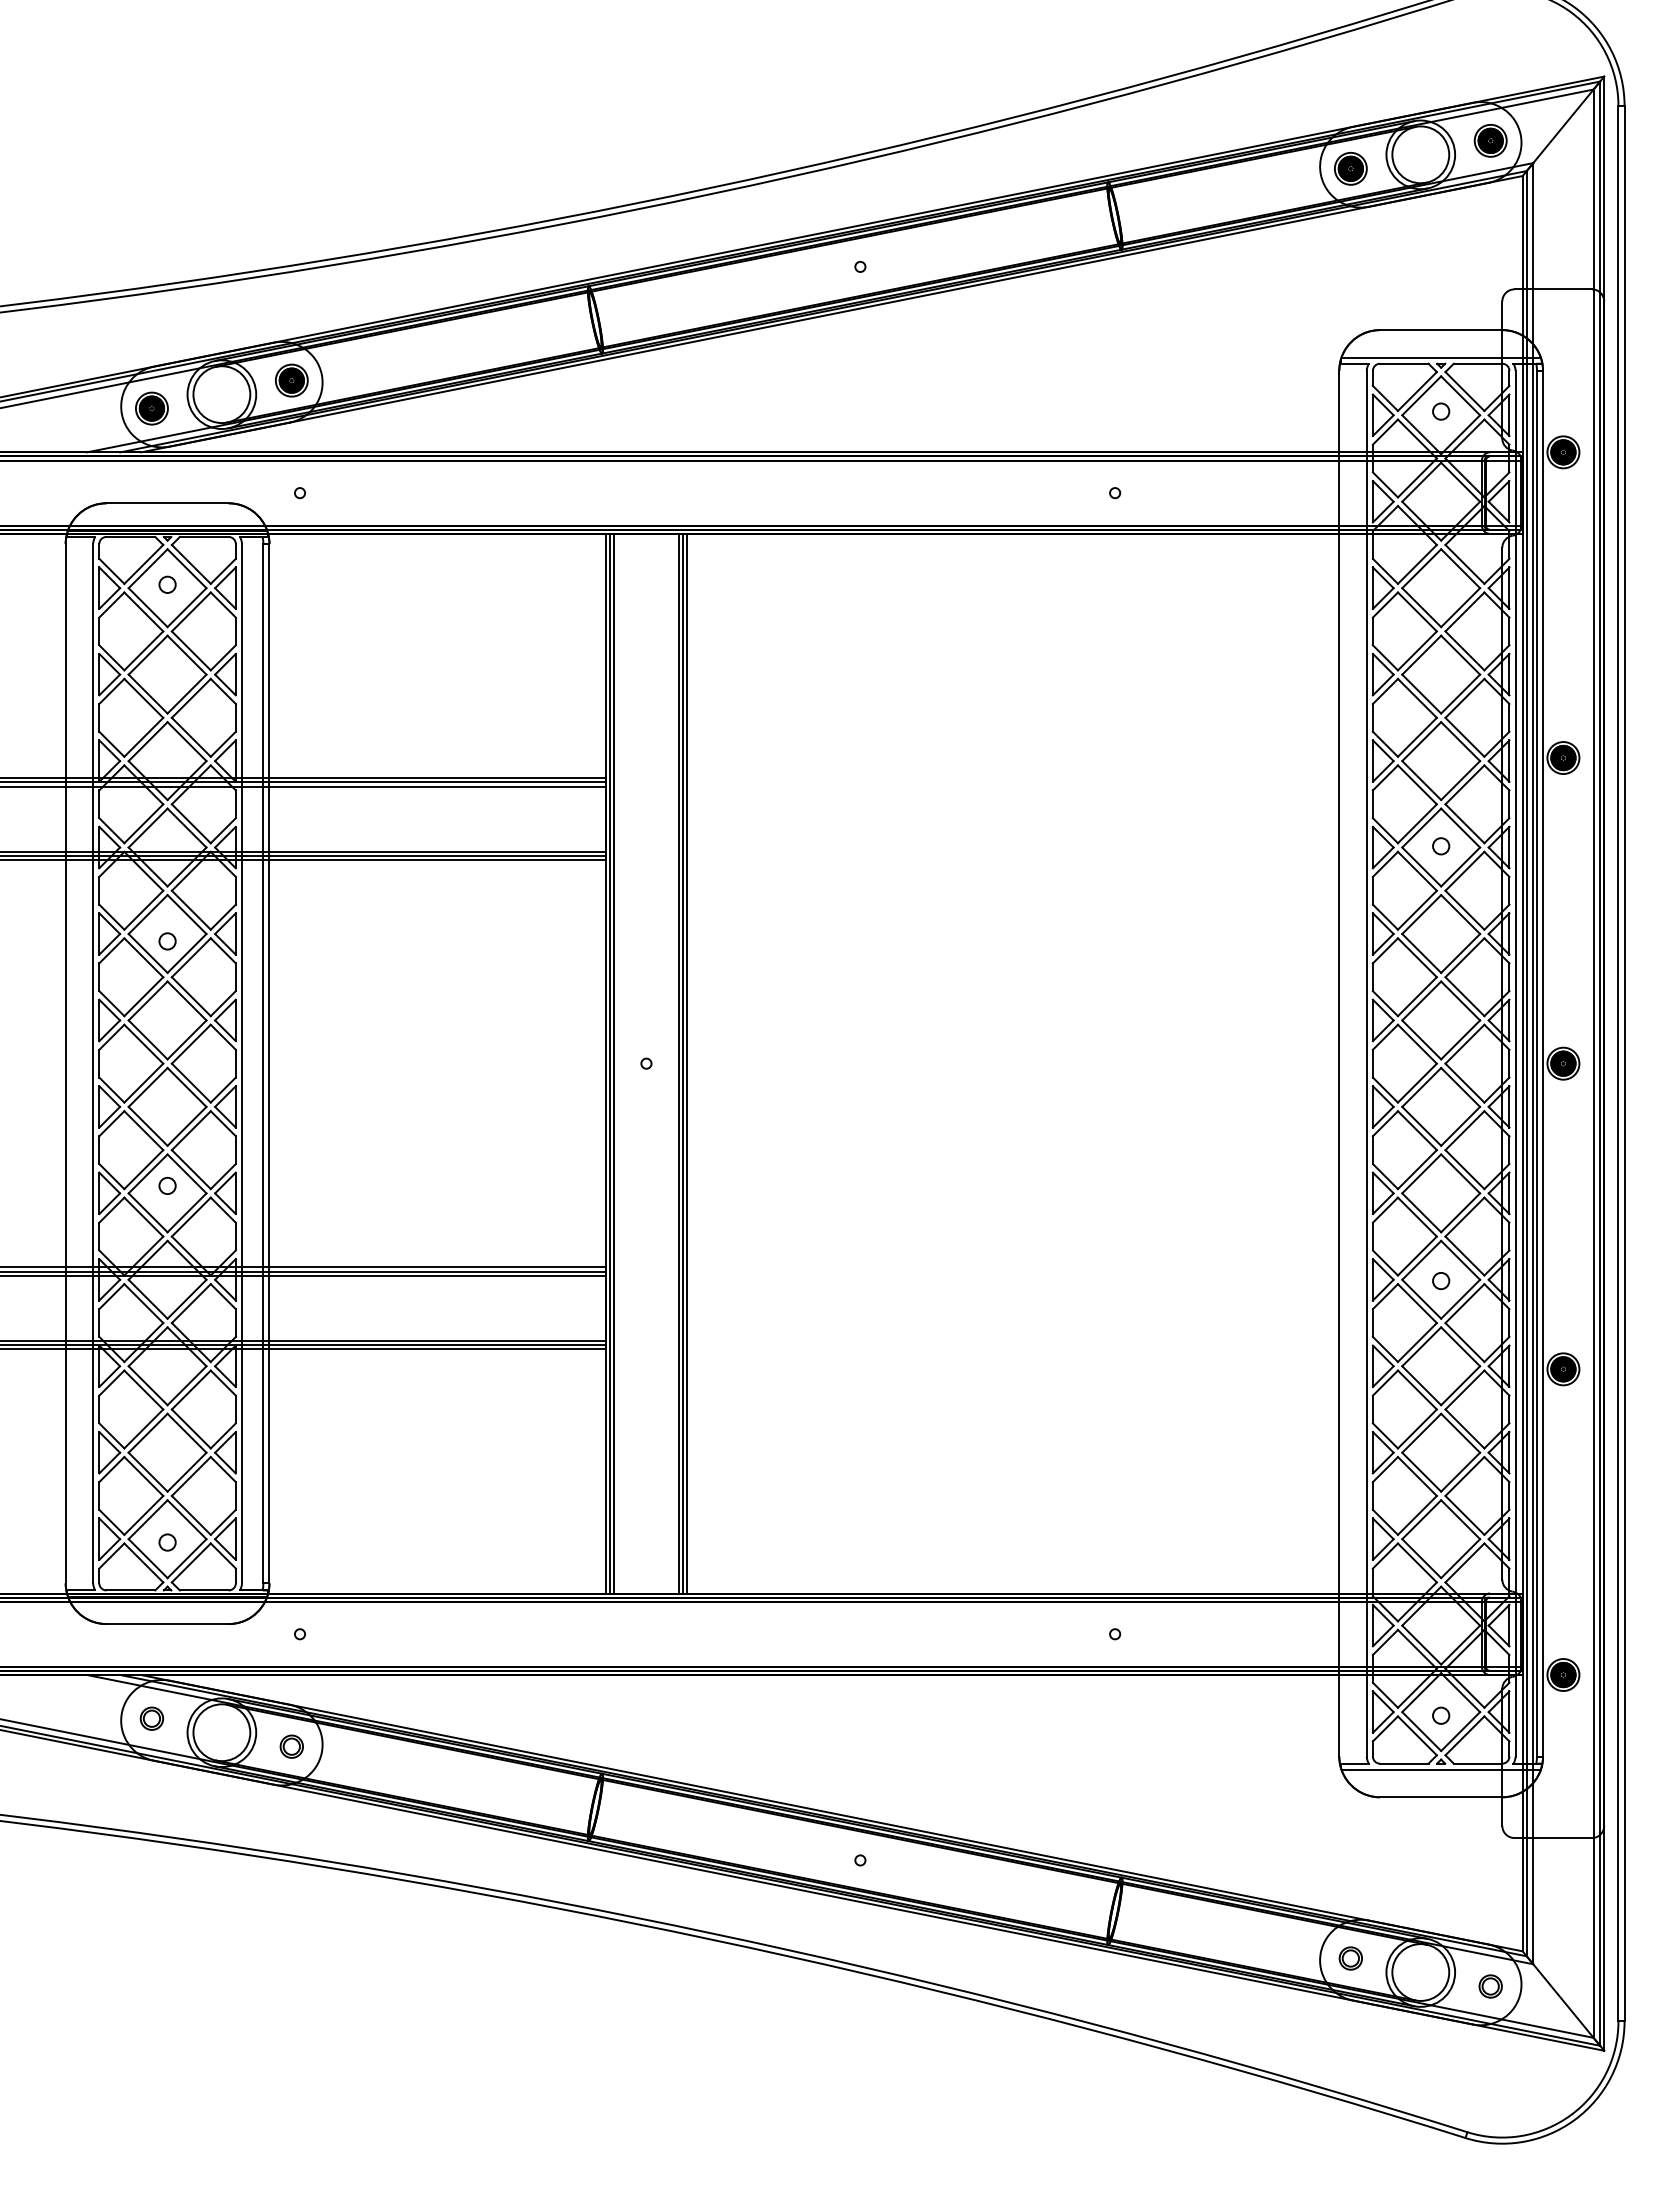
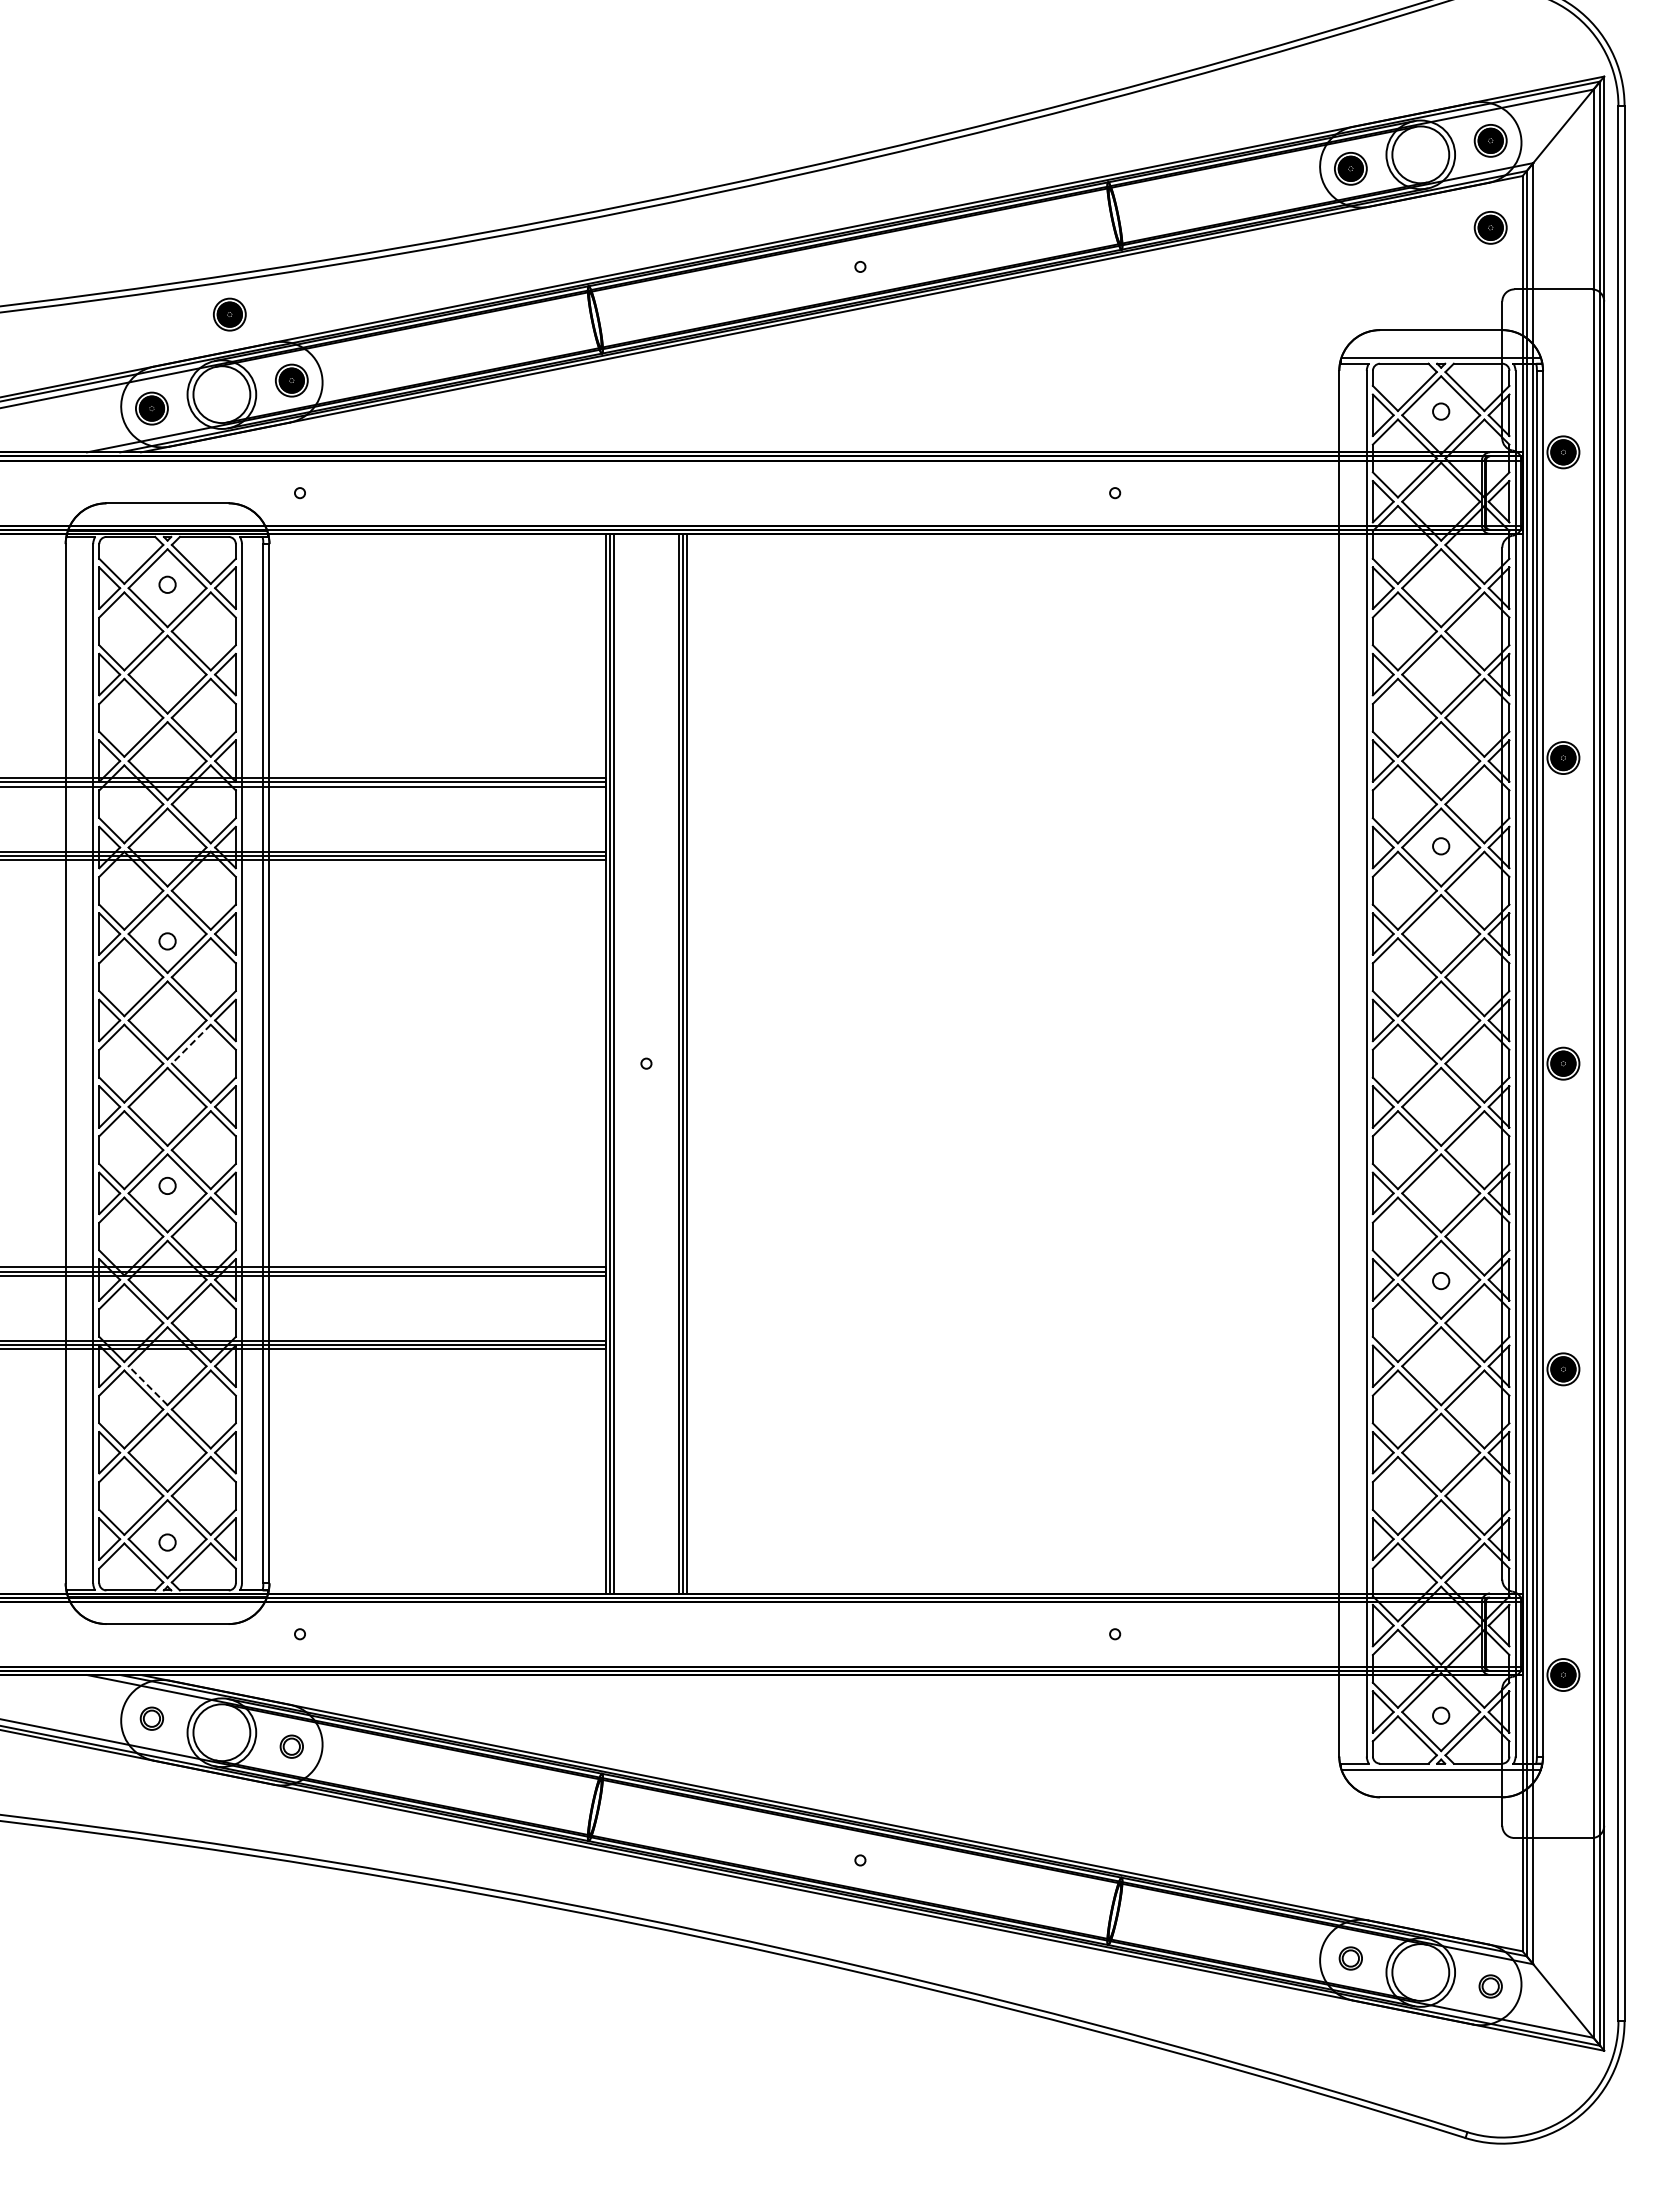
part at (1490, 227): none -> present
part at (229, 314): none -> present
line at (191, 1044): solid -> dashed
line at (148, 1385): solid -> dashed
